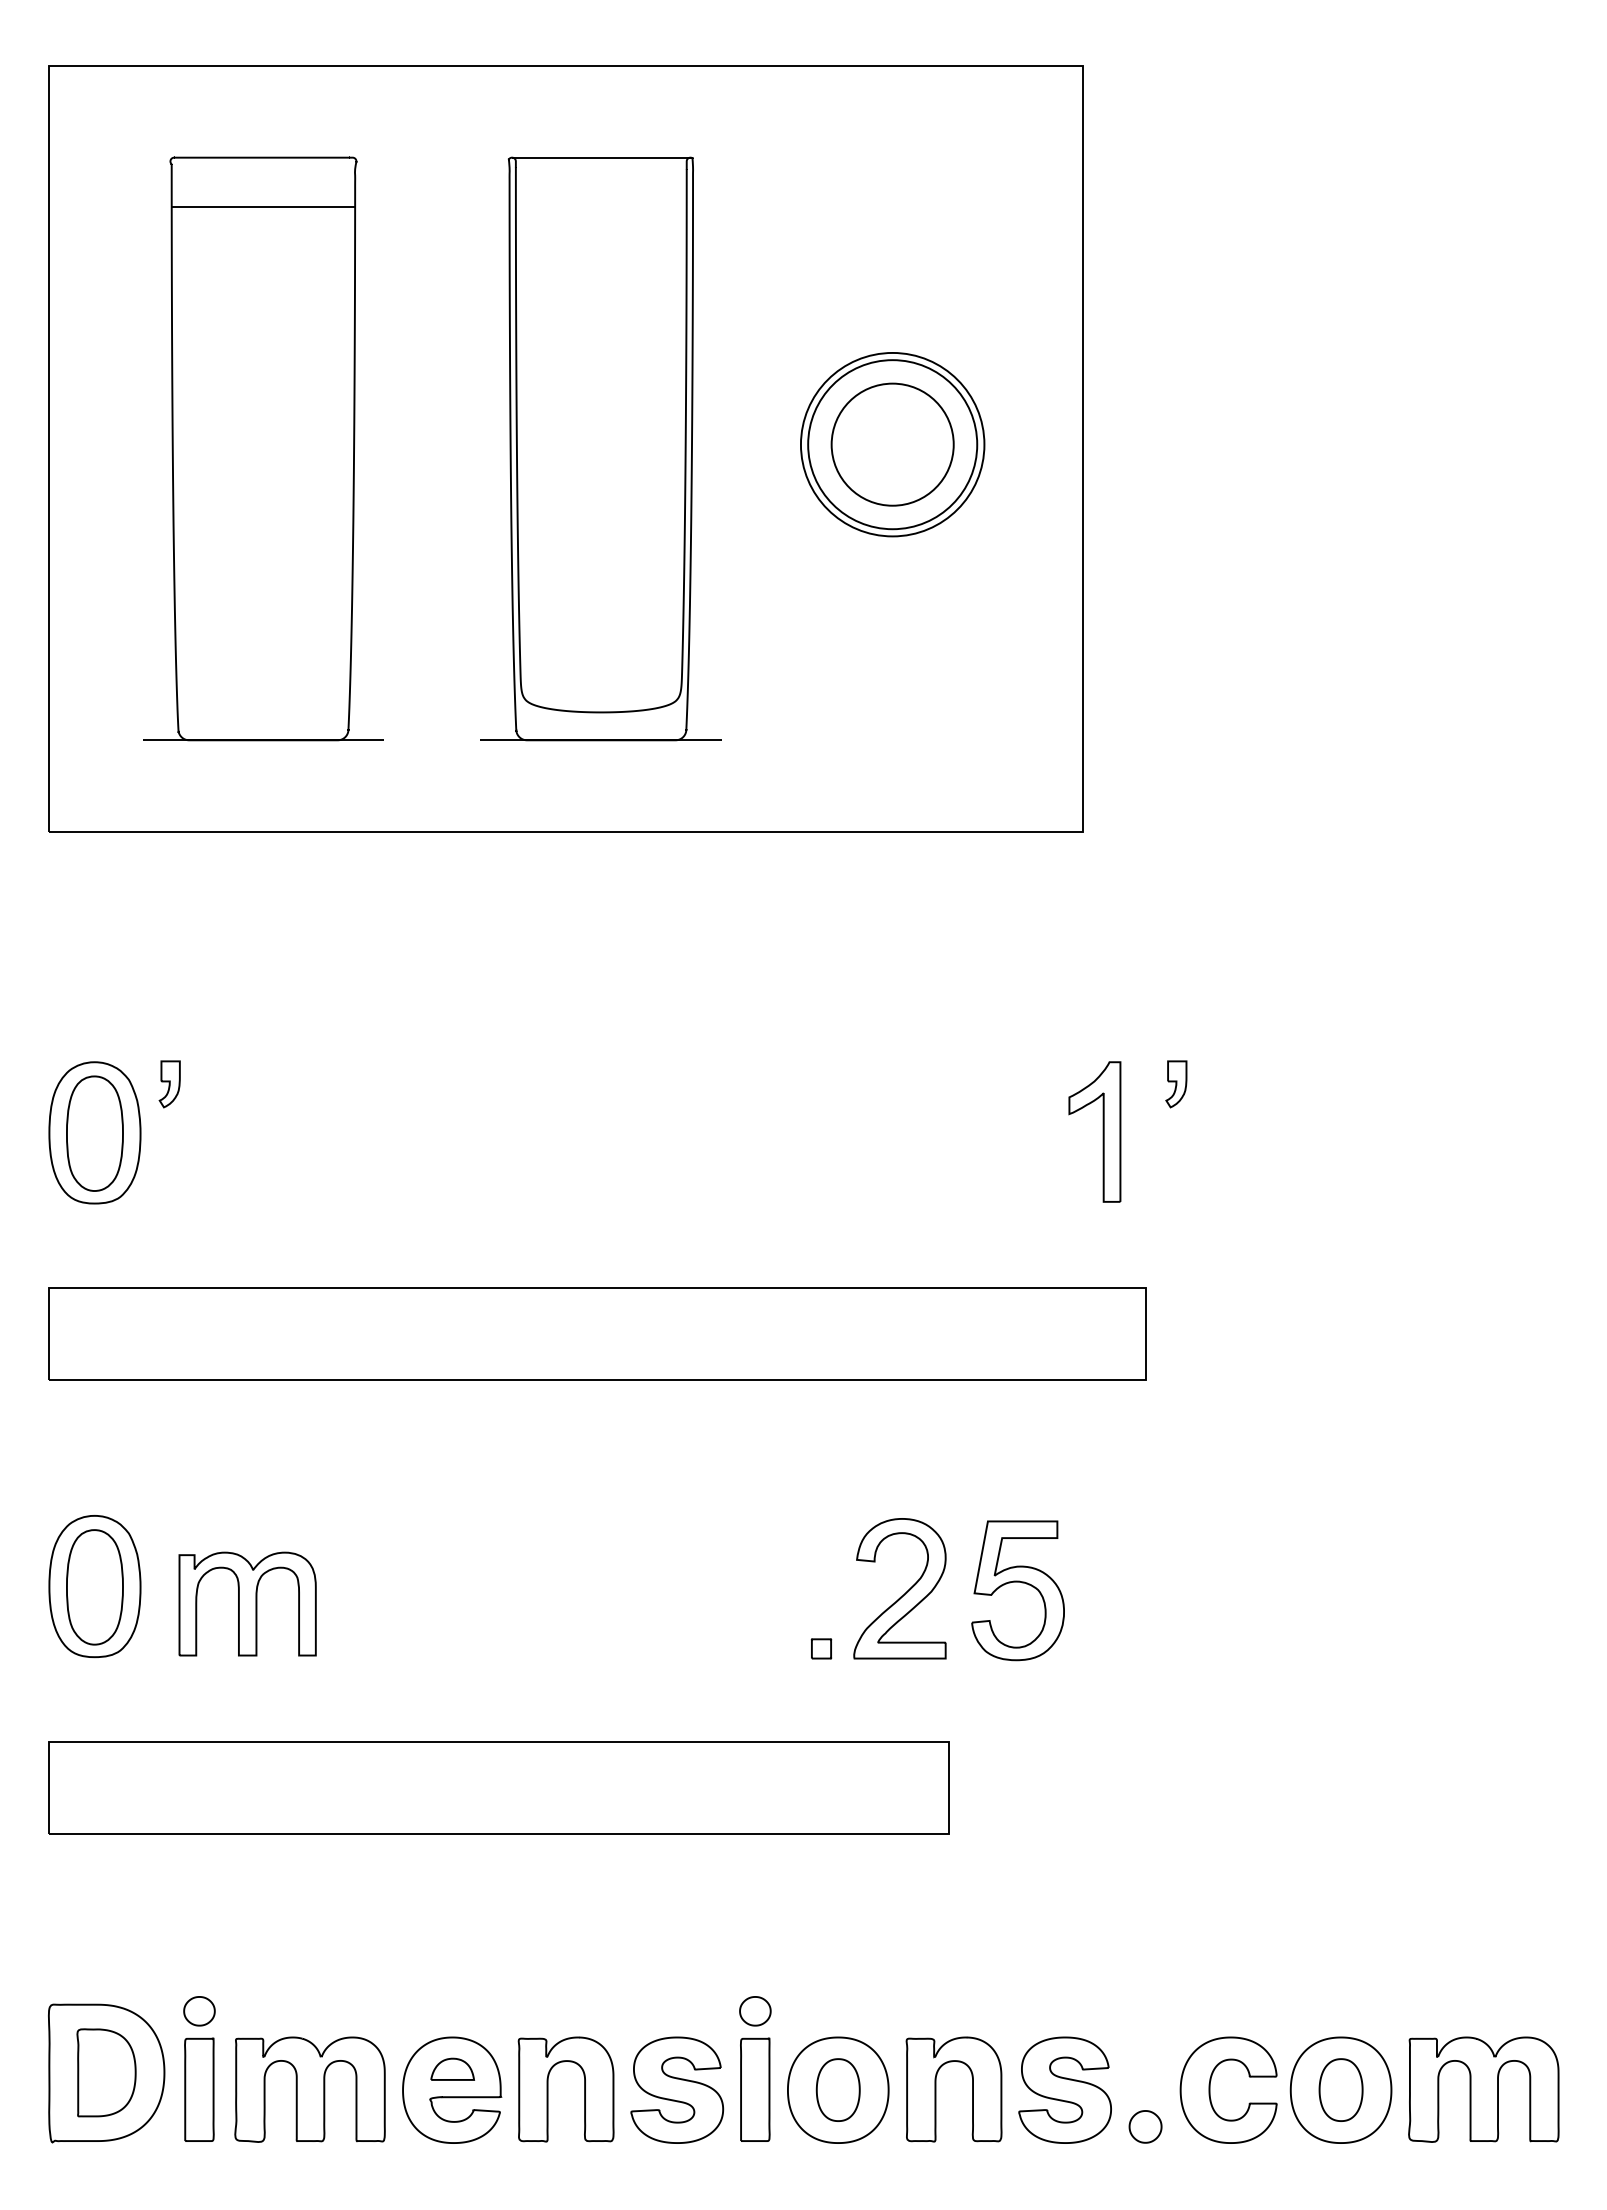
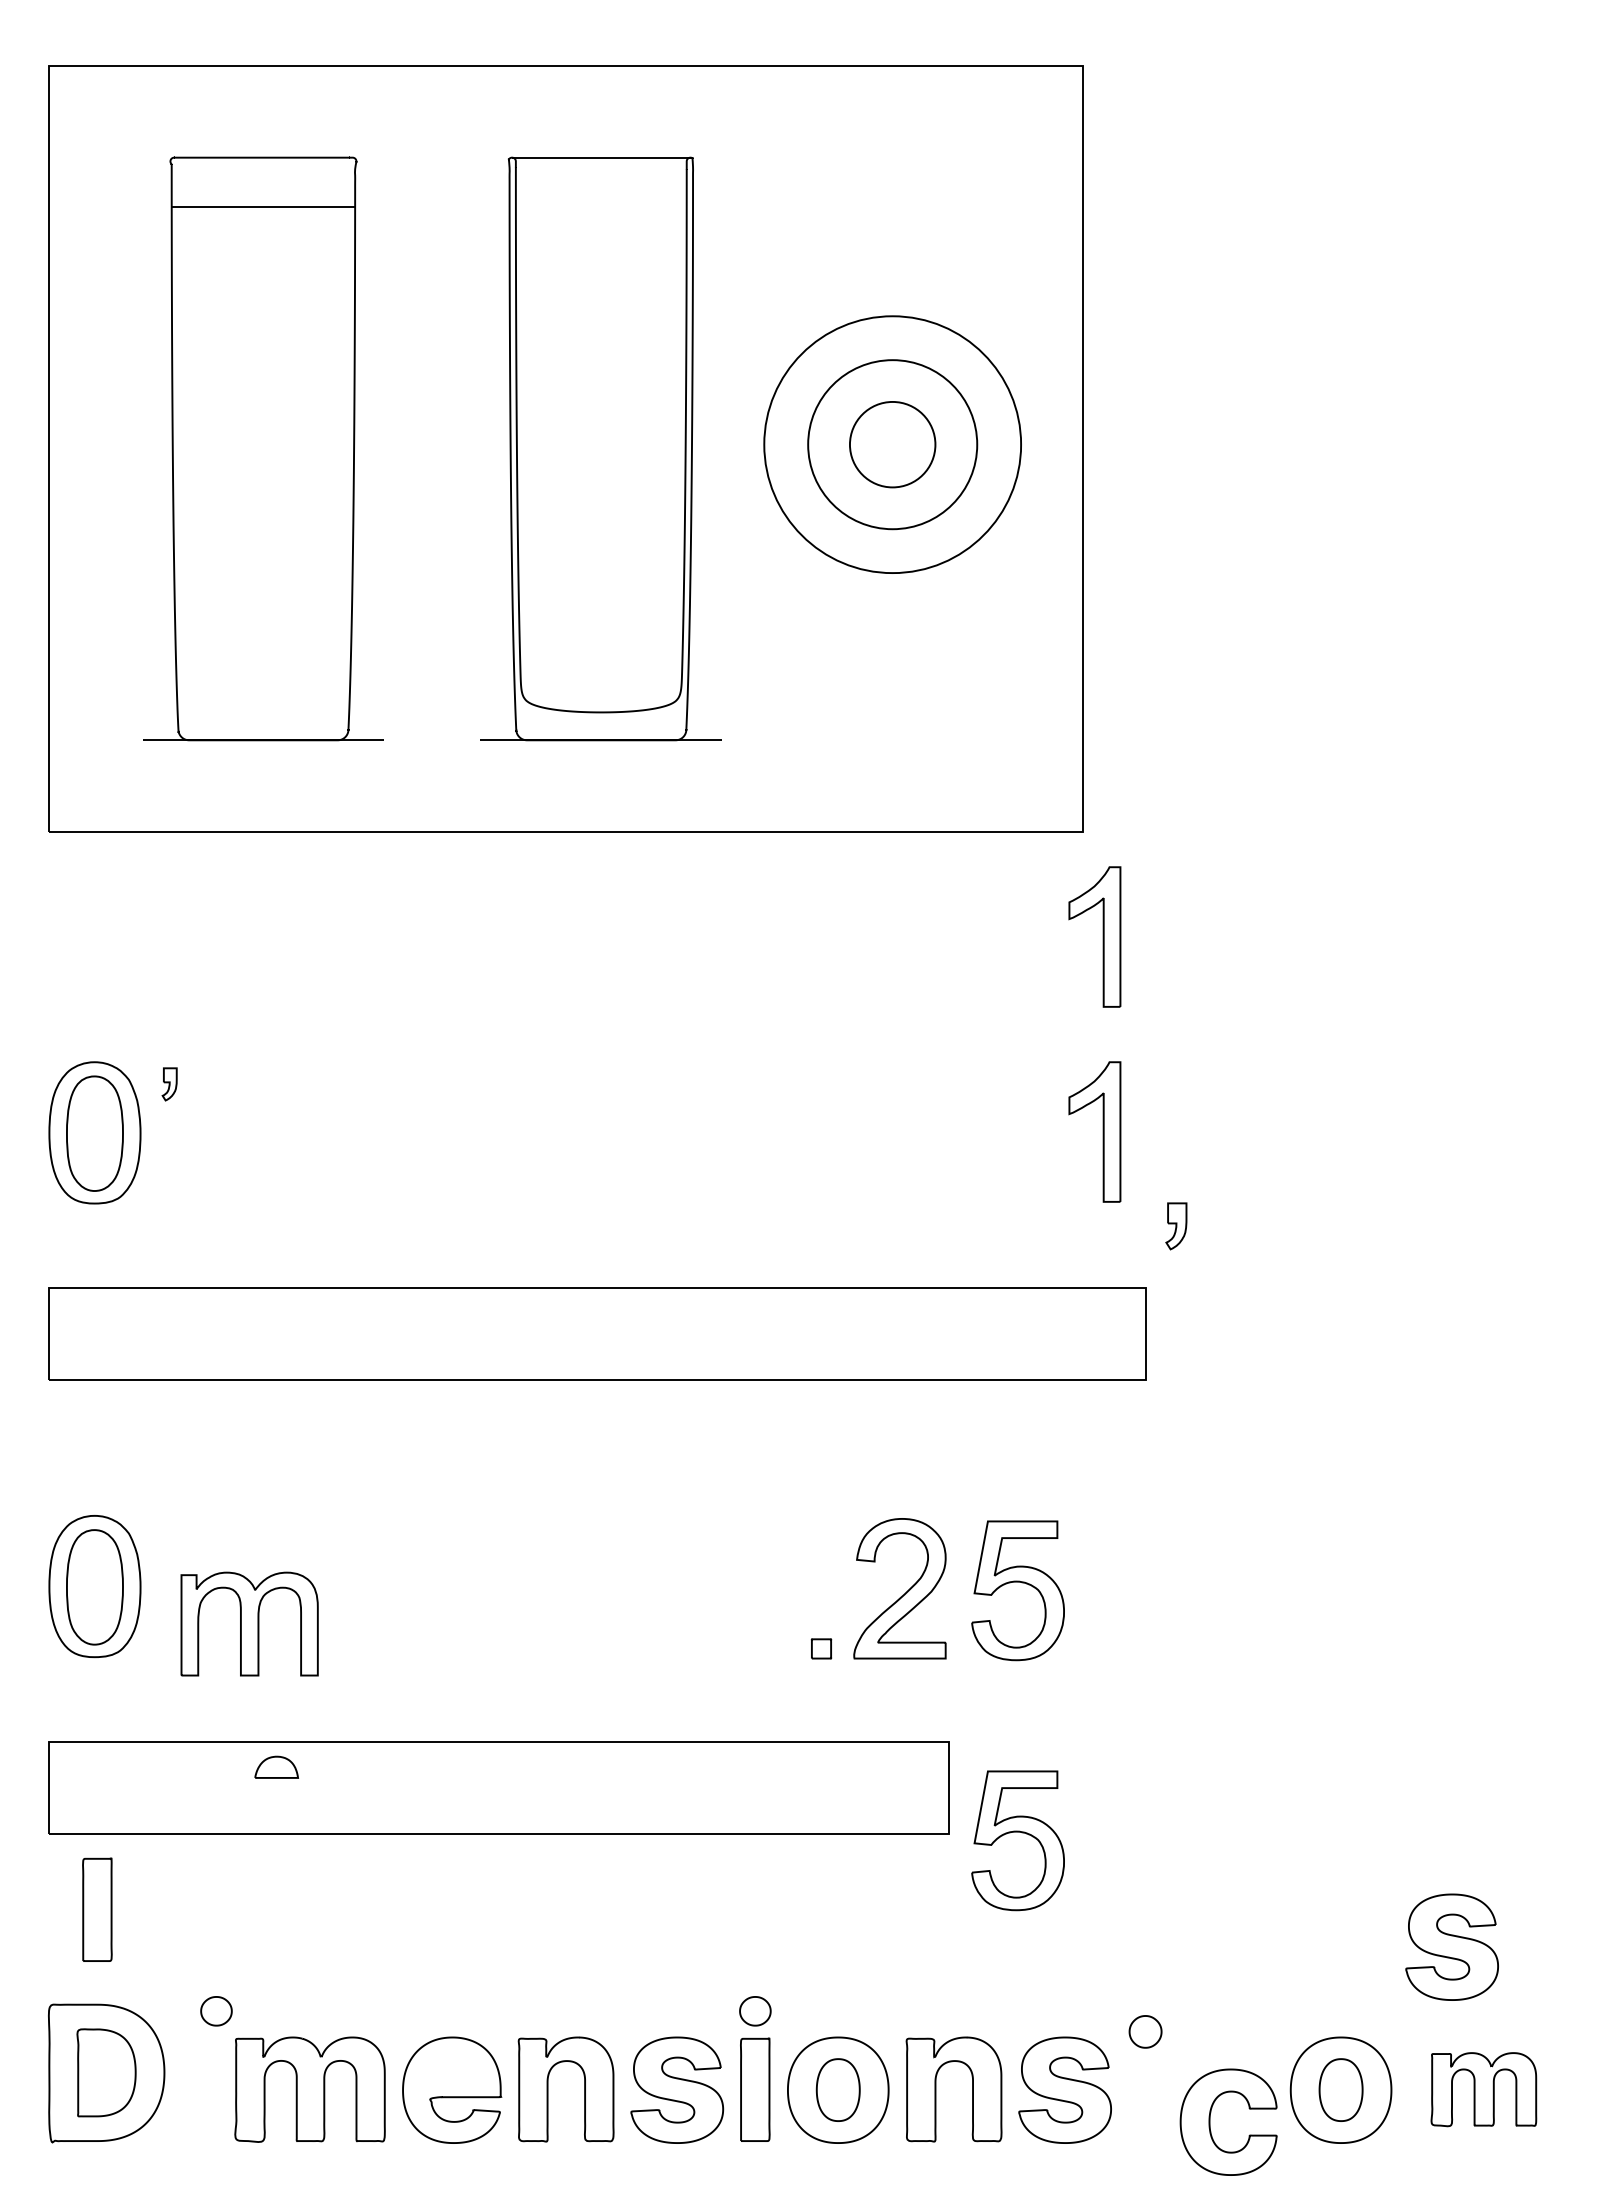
circle at (892, 444) diameter: 122 px -> 85 px
circle at (892, 444) diameter: 183 px -> 257 px
part at (1102, 936): none -> present
part at (169, 1084) size: 23x49 px -> 17x35 px
part at (1176, 1084) position: (1176, 1084) -> (1176, 1226)
part at (247, 1603) position: (247, 1603) -> (249, 1623)
part at (1017, 1832): none -> present
part at (1451, 1946): none -> present
part at (199, 2011) position: (199, 2011) -> (216, 2011)
part at (452, 2068) position: (452, 2068) -> (276, 1766)
part at (199, 2089) position: (199, 2089) -> (97, 1909)
part at (1210, 2089) position: (1210, 2089) -> (1210, 2121)
part at (1483, 2089) size: 152x107 px -> 108x76 px
part at (1145, 2126) position: (1145, 2126) -> (1145, 2031)
